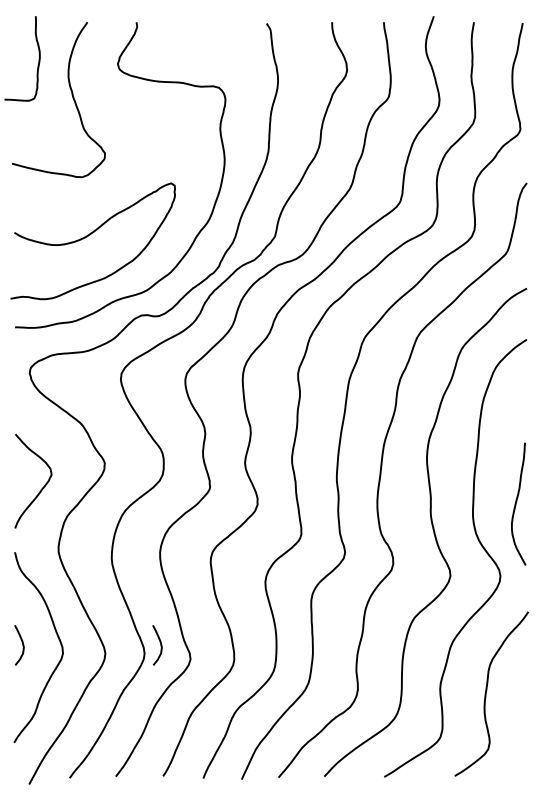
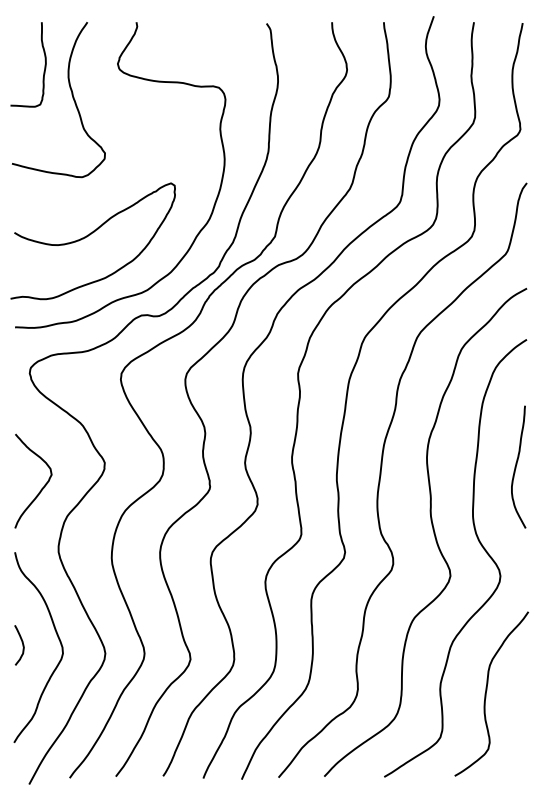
curve at (38, 58) position: (38, 58) -> (44, 64)
curve at (516, 503) position: (516, 503) -> (516, 466)
curve at (160, 645): present -> none
